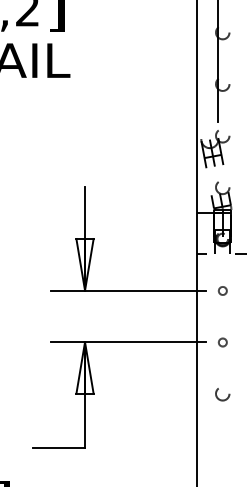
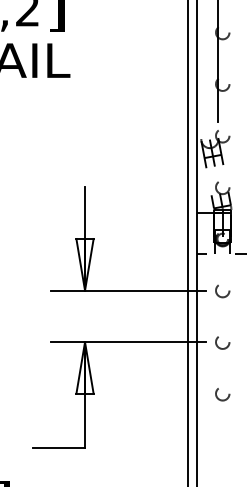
line at (188, 242): none -> present
circle at (222, 290) size: 10x10 px -> 16x15 px
circle at (222, 342) size: 11x11 px -> 16x14 px
